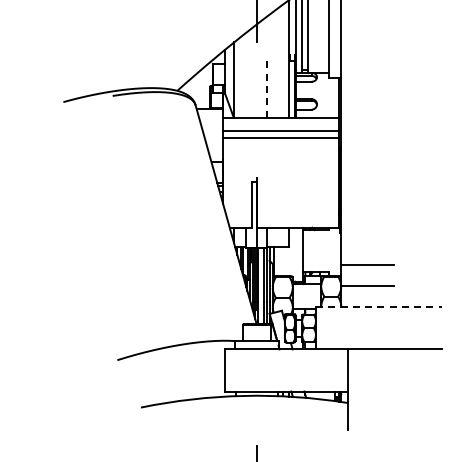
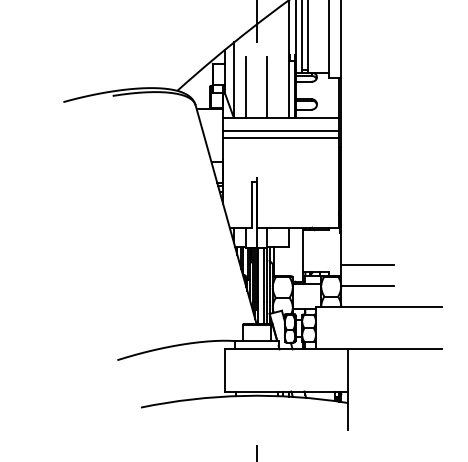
line at (267, 86): dashed -> solid
line at (246, 87): none -> present
line at (379, 307): dashed -> solid
